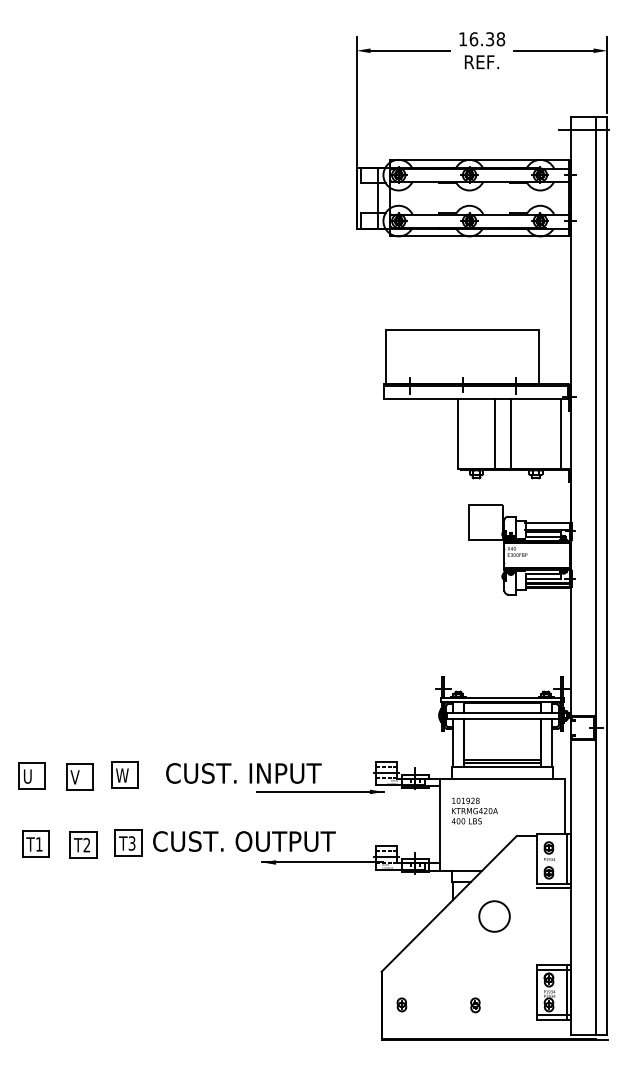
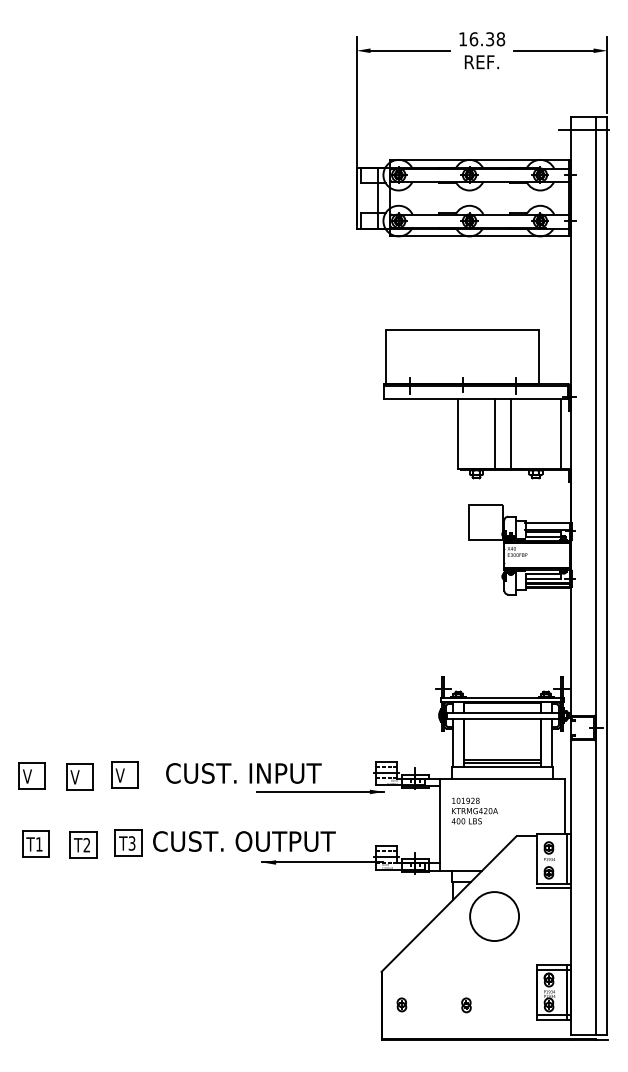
text at (121, 775): W -> V
text at (27, 776): U -> V
circle at (494, 916) diameter: 31 px -> 49 px
part at (475, 1005) position: (475, 1005) -> (466, 1005)
